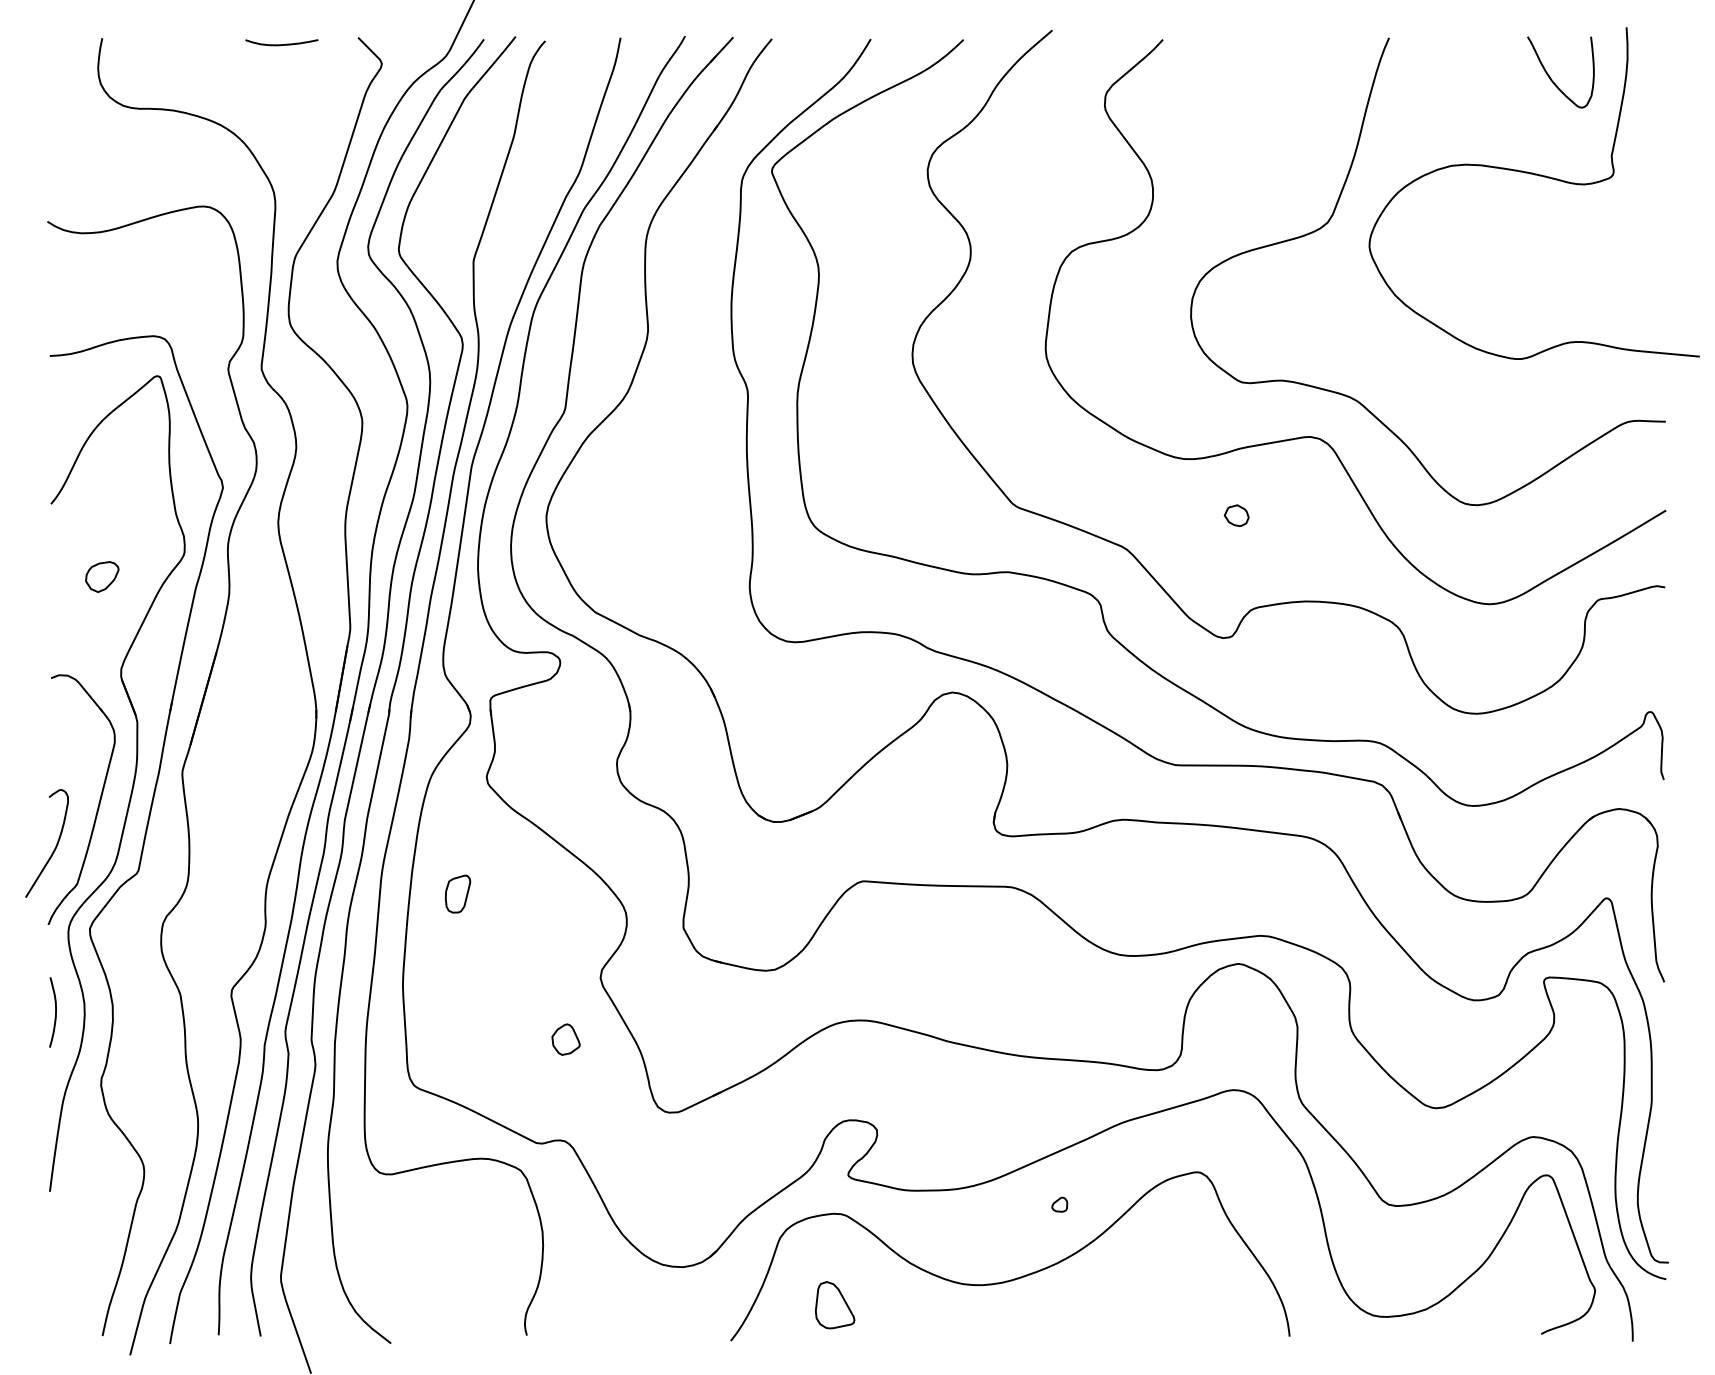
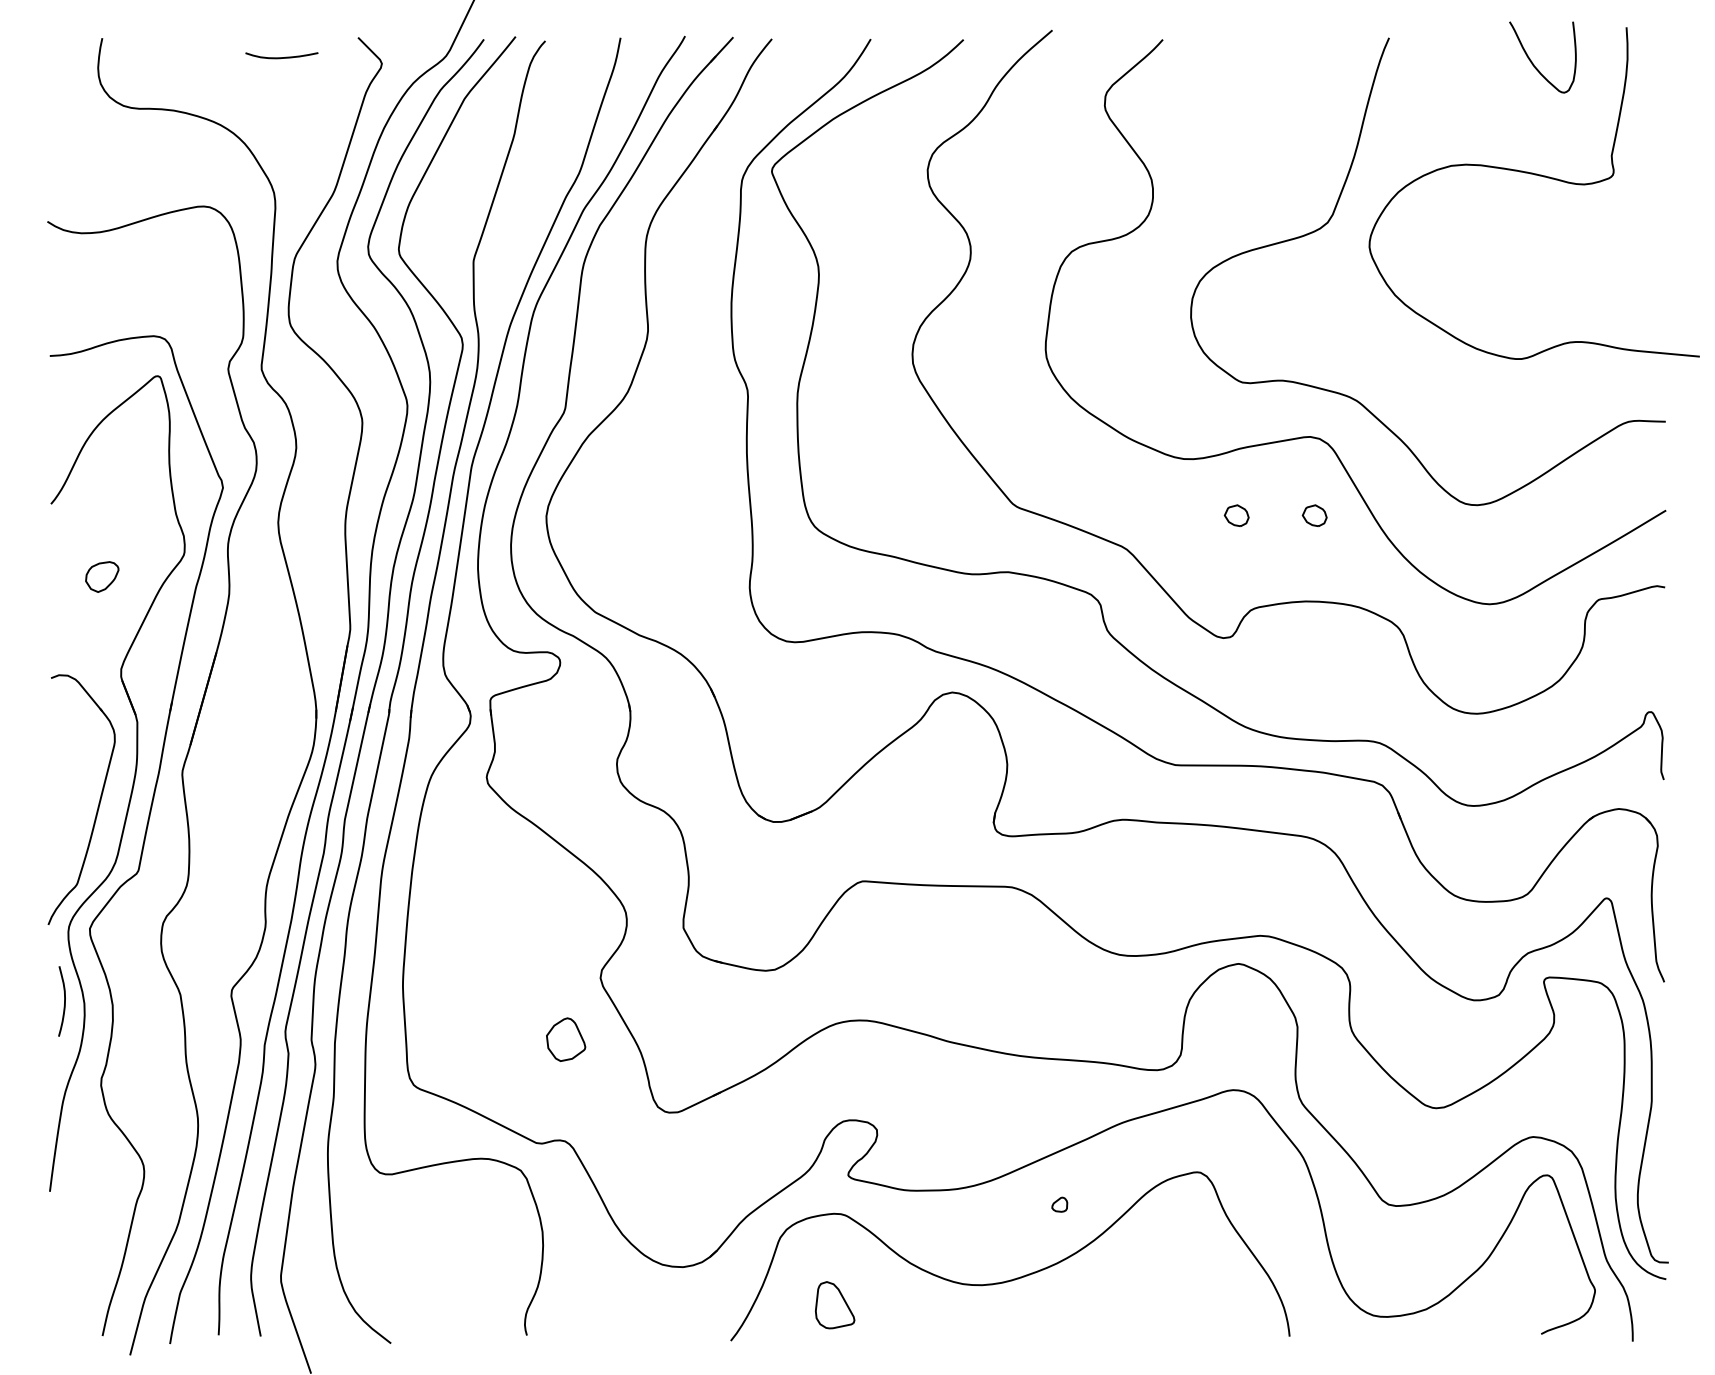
curve at (281, 44) position: (281, 44) -> (281, 57)
curve at (1552, 79) position: (1552, 79) -> (1534, 64)
part at (1314, 515): none -> present
curve at (55, 845): present -> none
part at (457, 893): present -> none
curve at (55, 1012) position: (55, 1012) -> (64, 1001)
part at (565, 1039) size: 30x33 px -> 41x45 px
